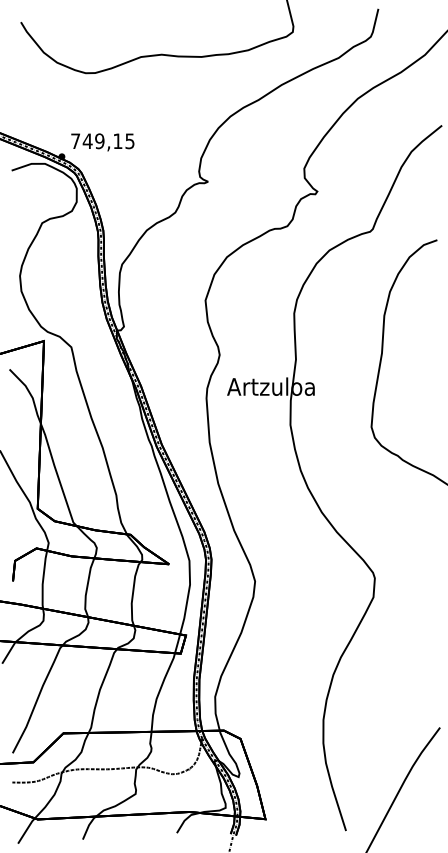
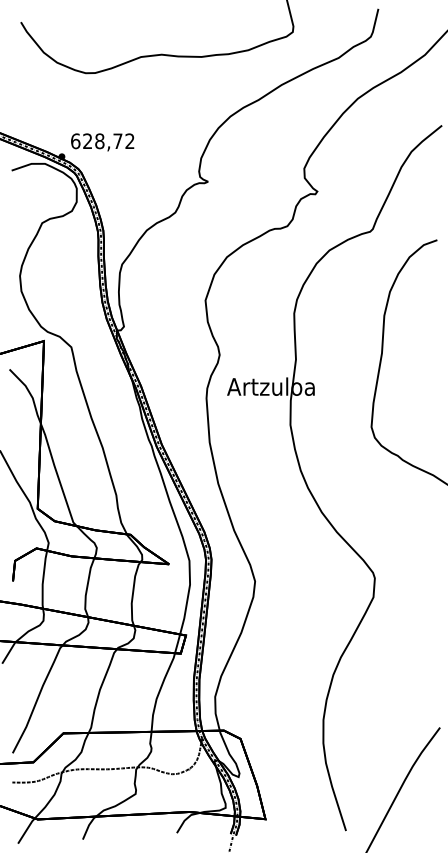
text at (102, 141): 749,15 -> 628,72
